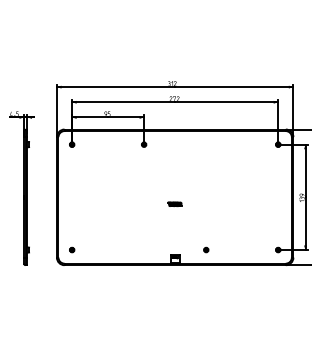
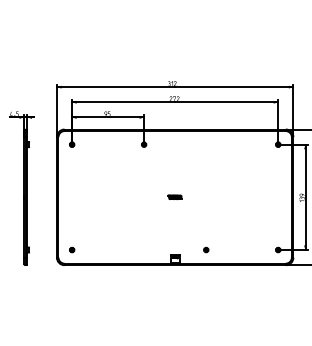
part at (174, 203) position: (174, 203) -> (174, 196)
